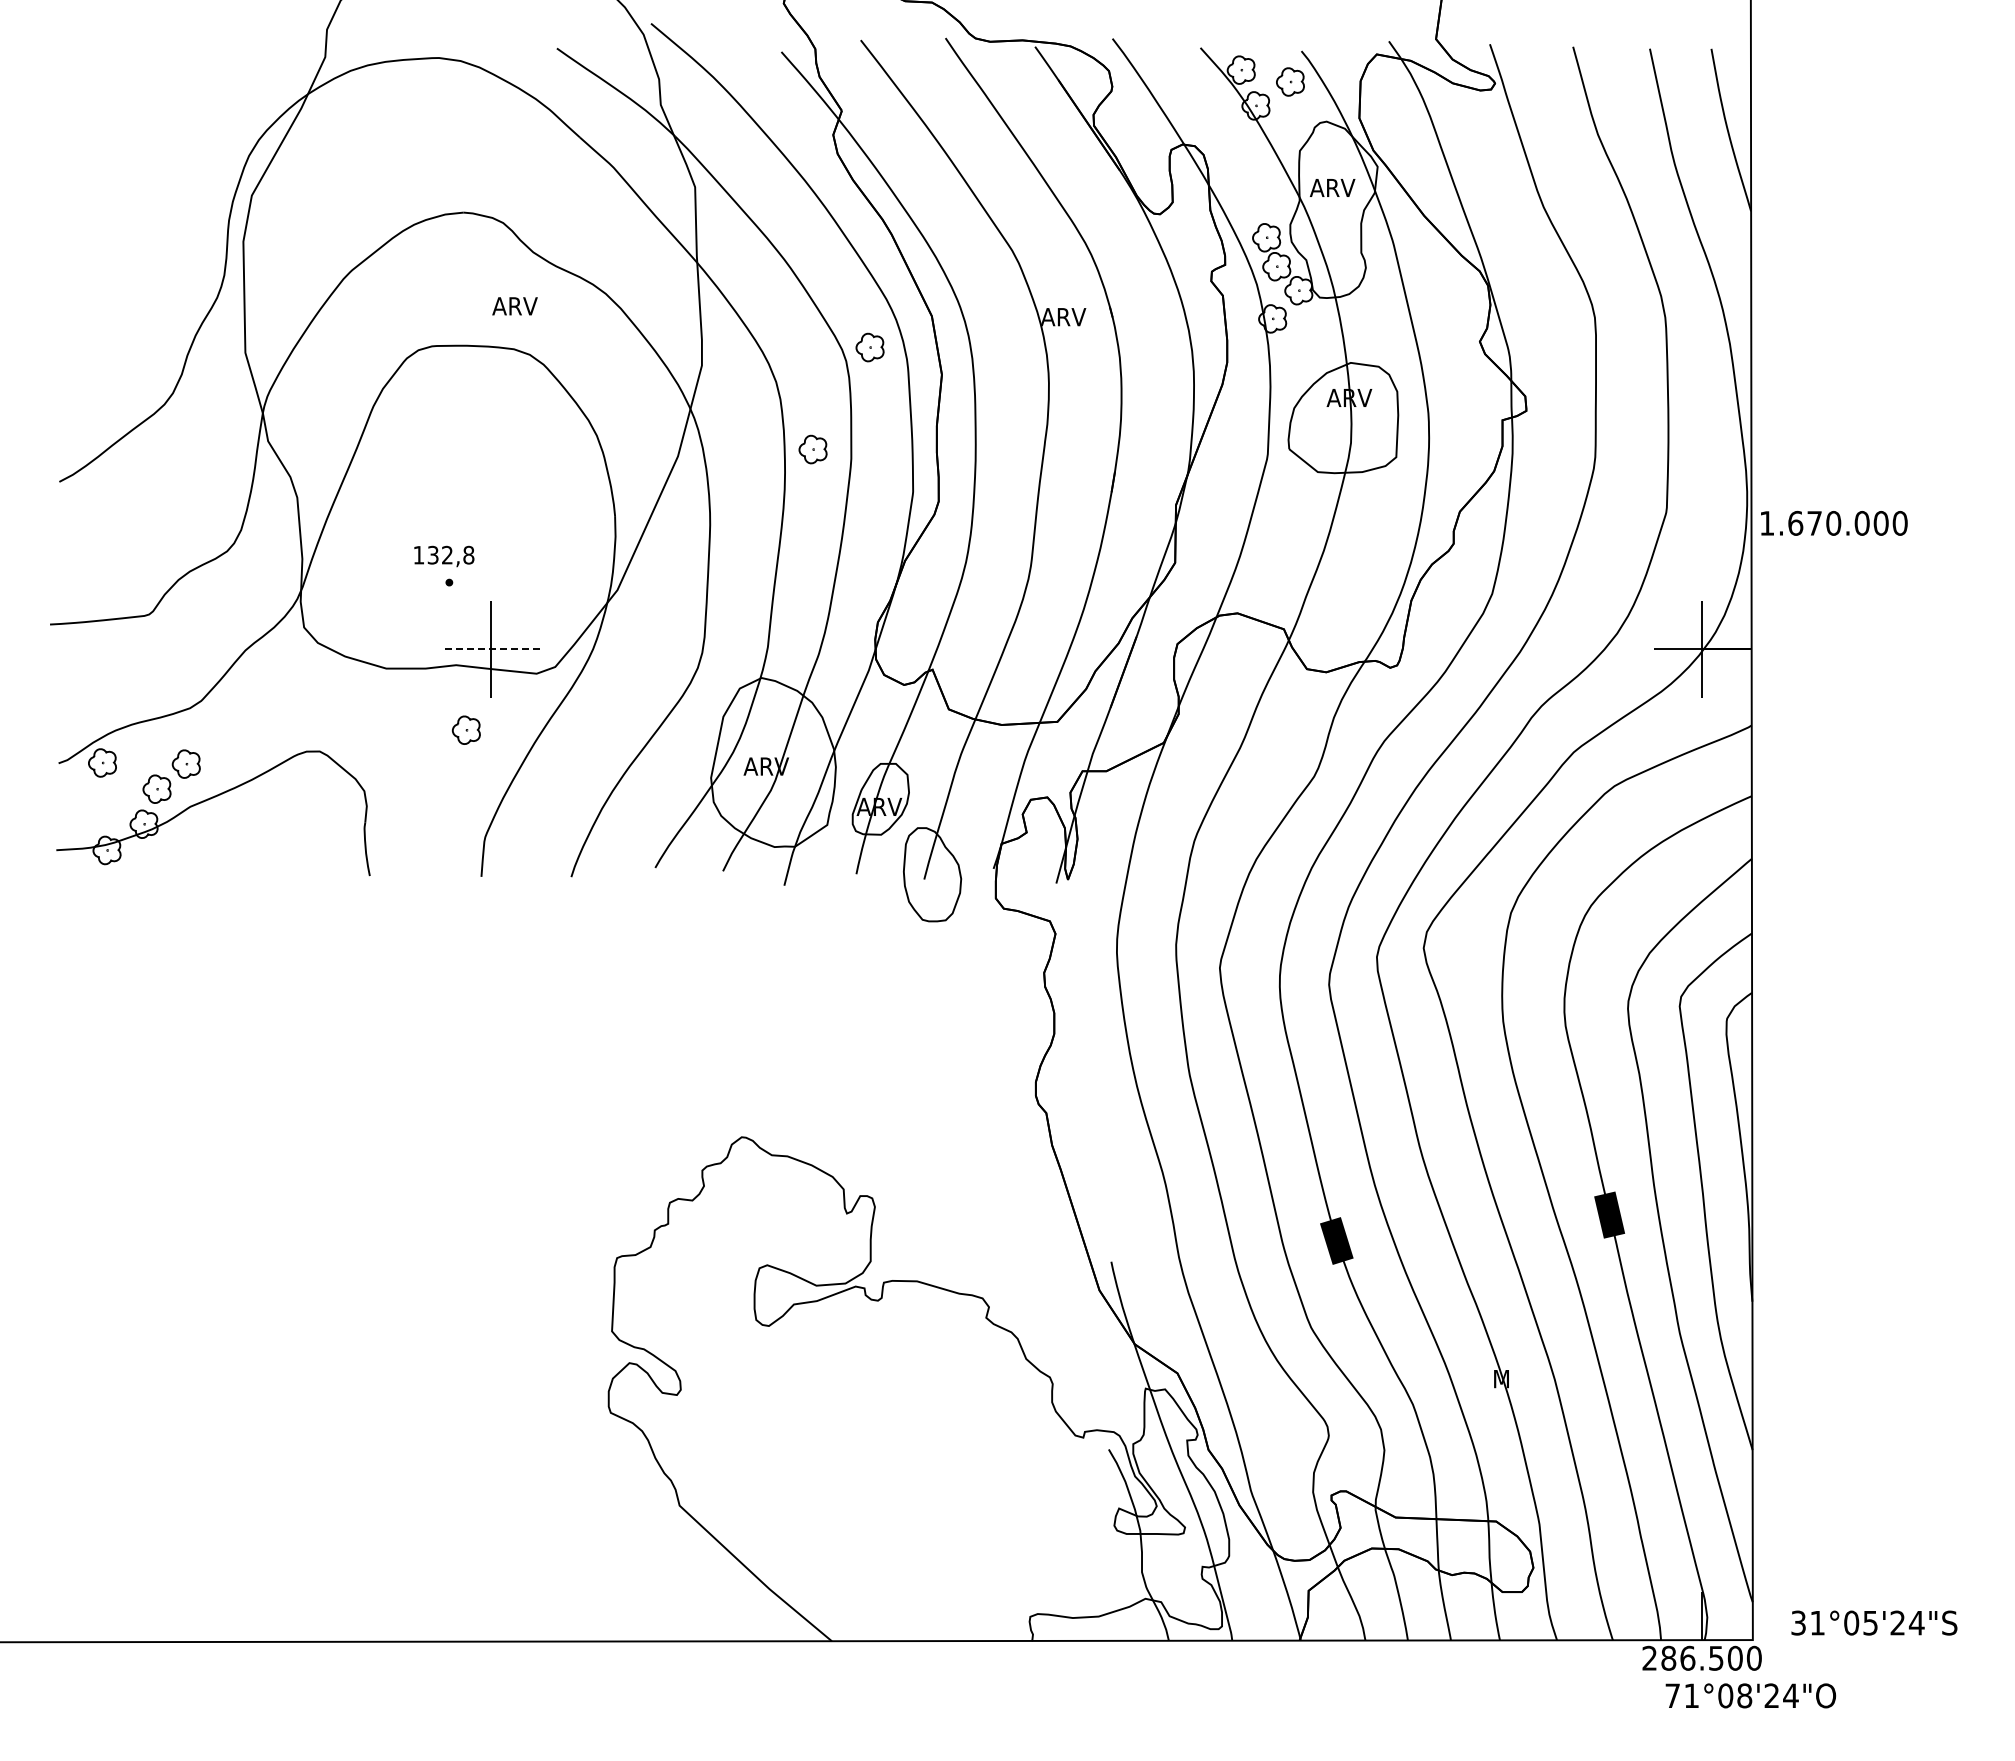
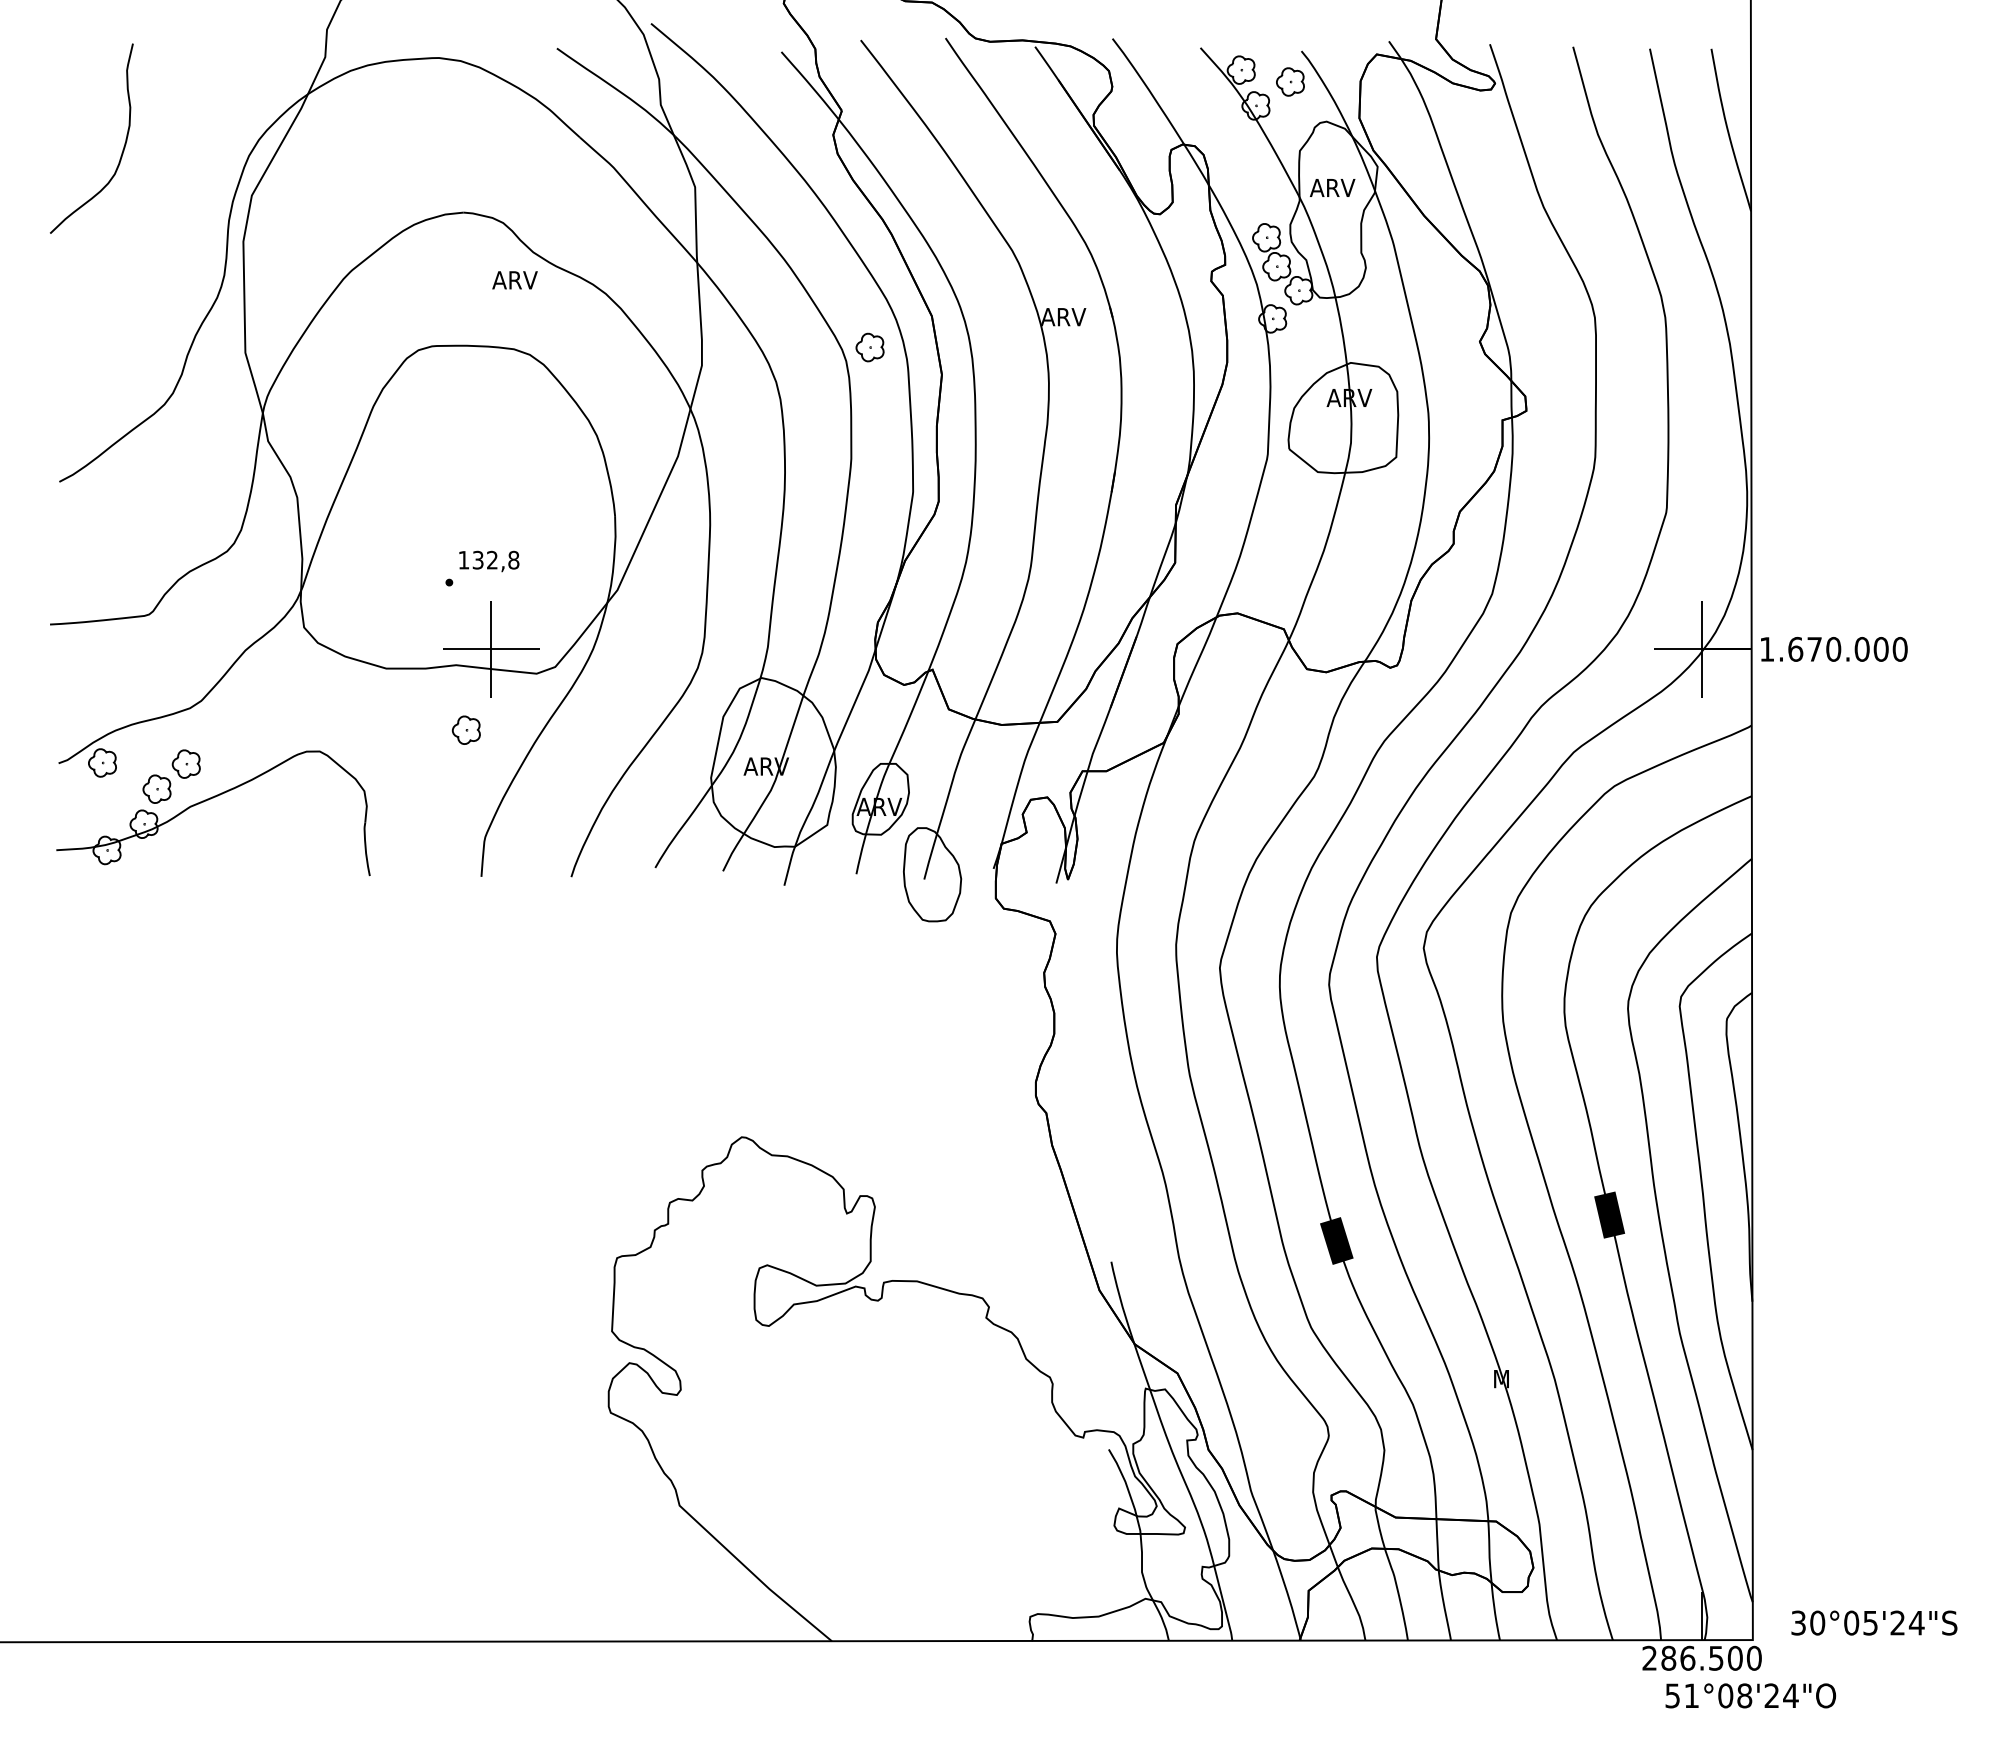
curve at (122, 149): none -> present
text at (514, 306) position: (514, 306) -> (514, 280)
part at (812, 449): present -> none
text at (1834, 523) position: (1834, 523) -> (1834, 649)
text at (444, 556) position: (444, 556) -> (489, 561)
line at (490, 649): dashed -> solid
text at (1817, 1622): 31°05'24"S -> 30°05'24"S
text at (1672, 1695): 71°08'24"O -> 51°08'24"O
